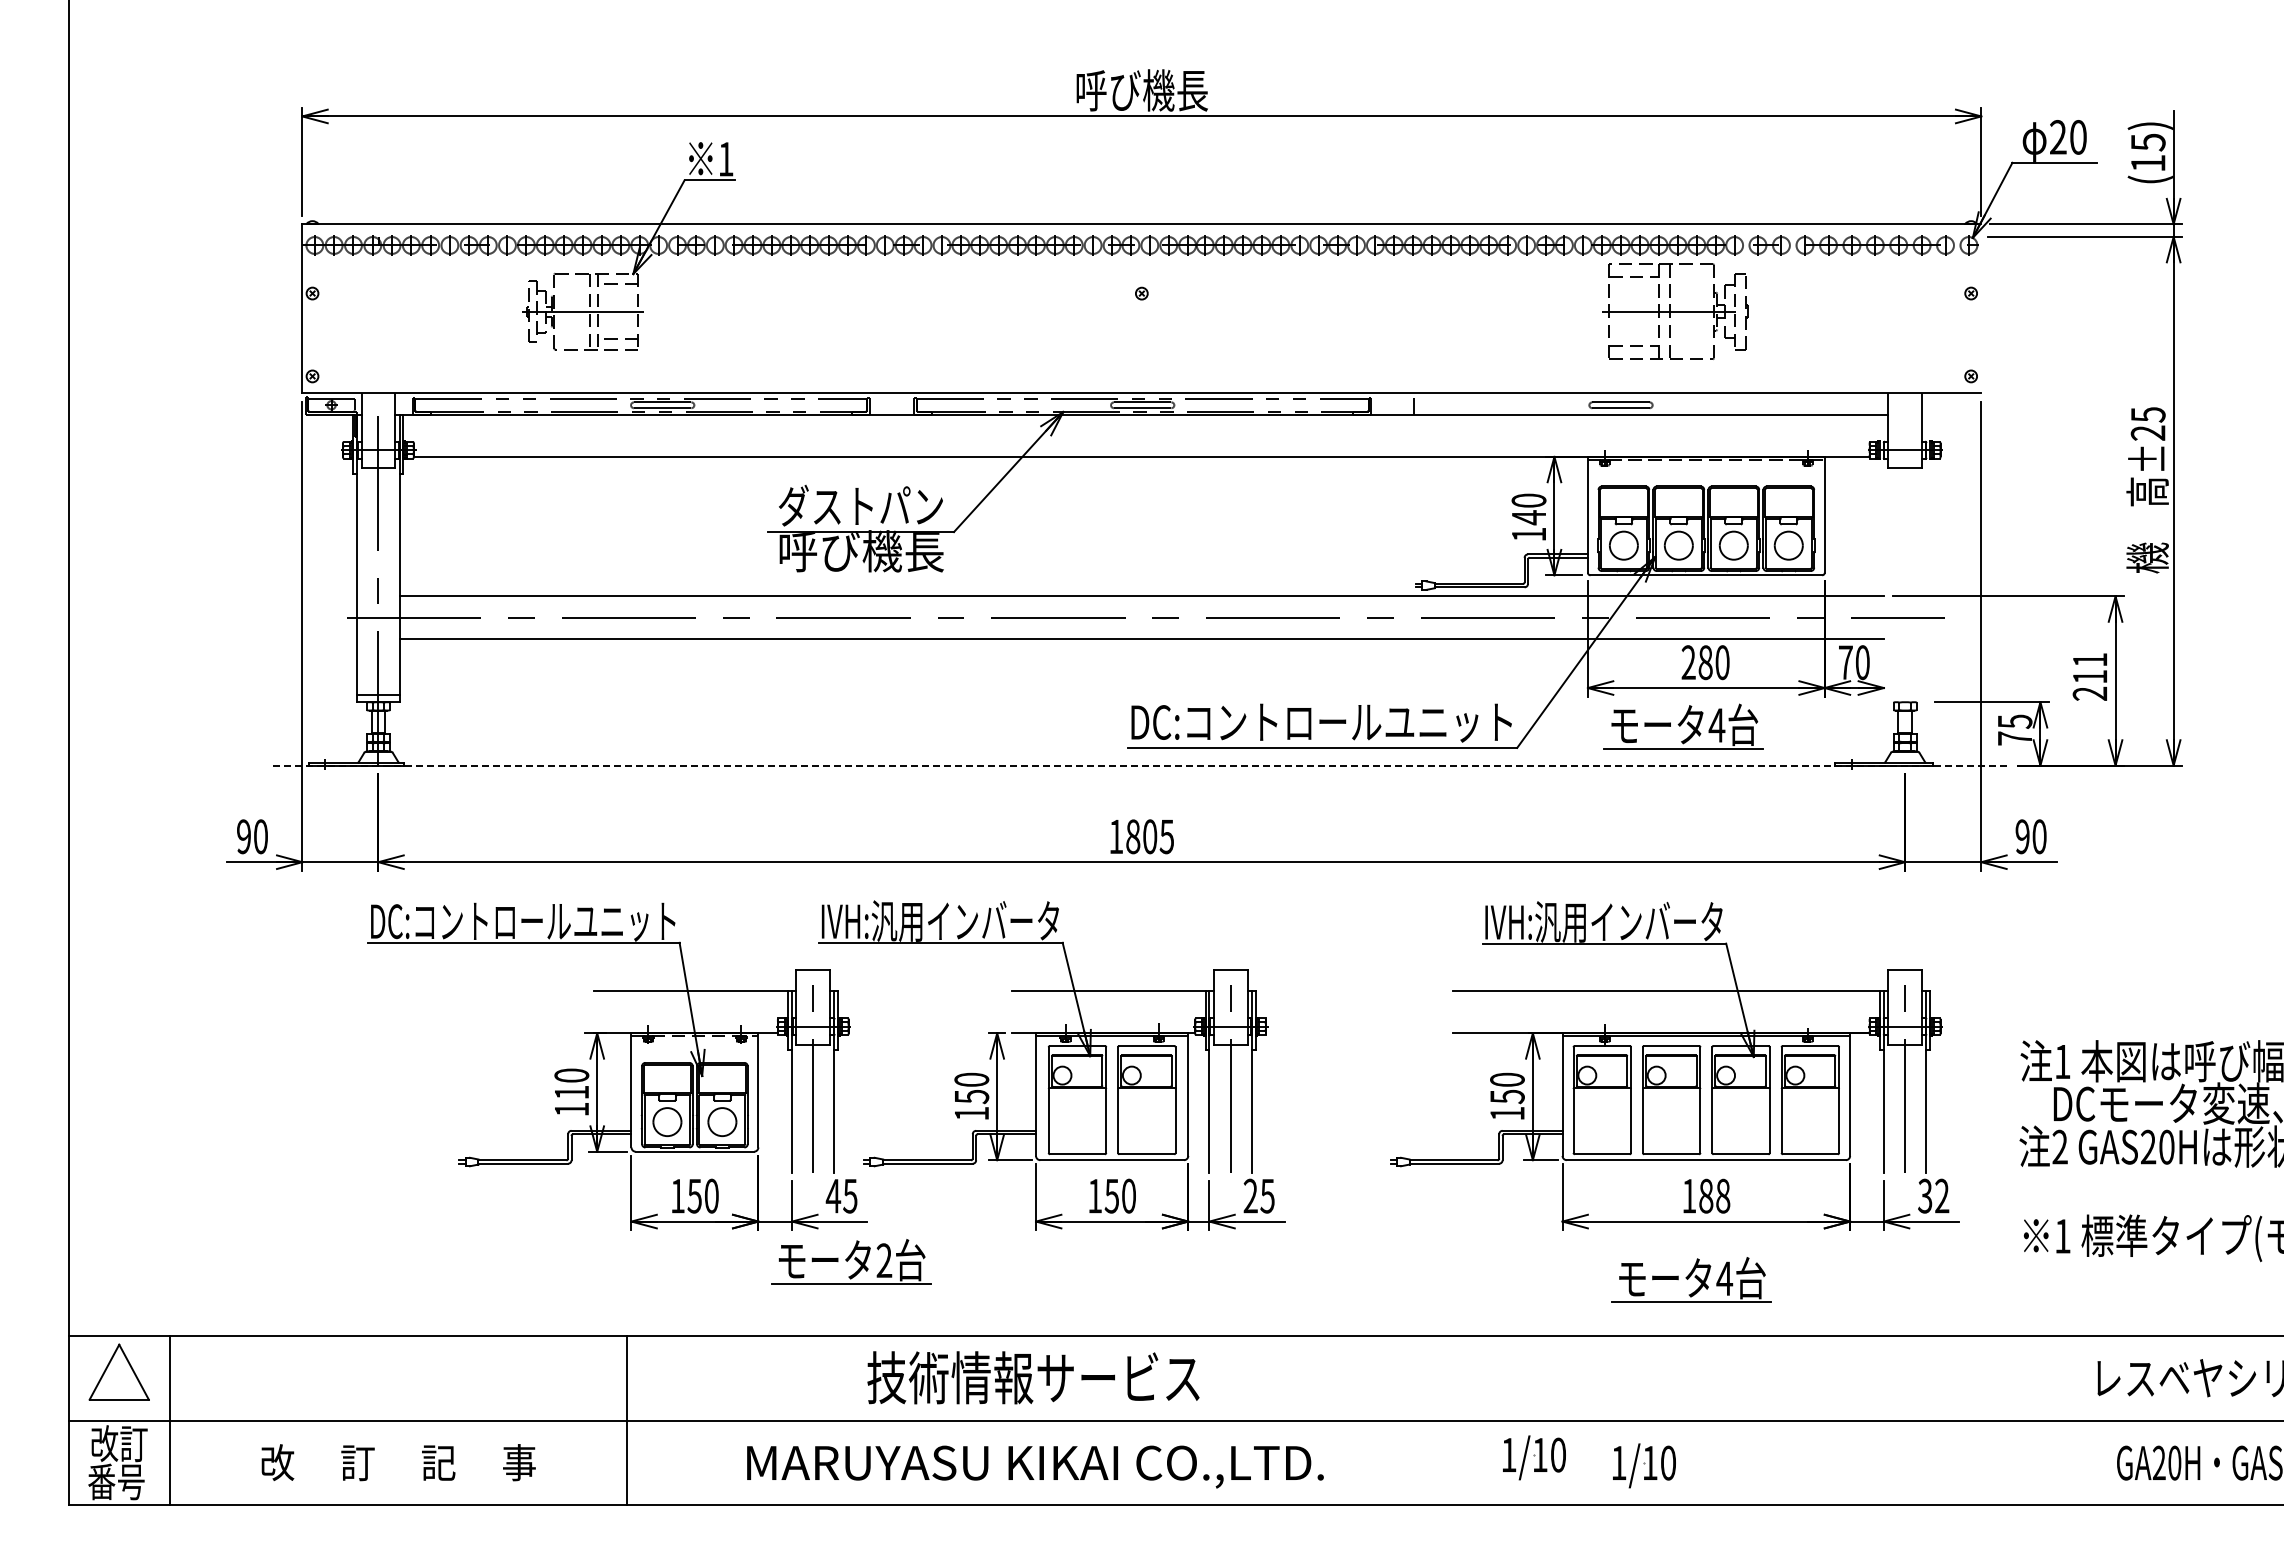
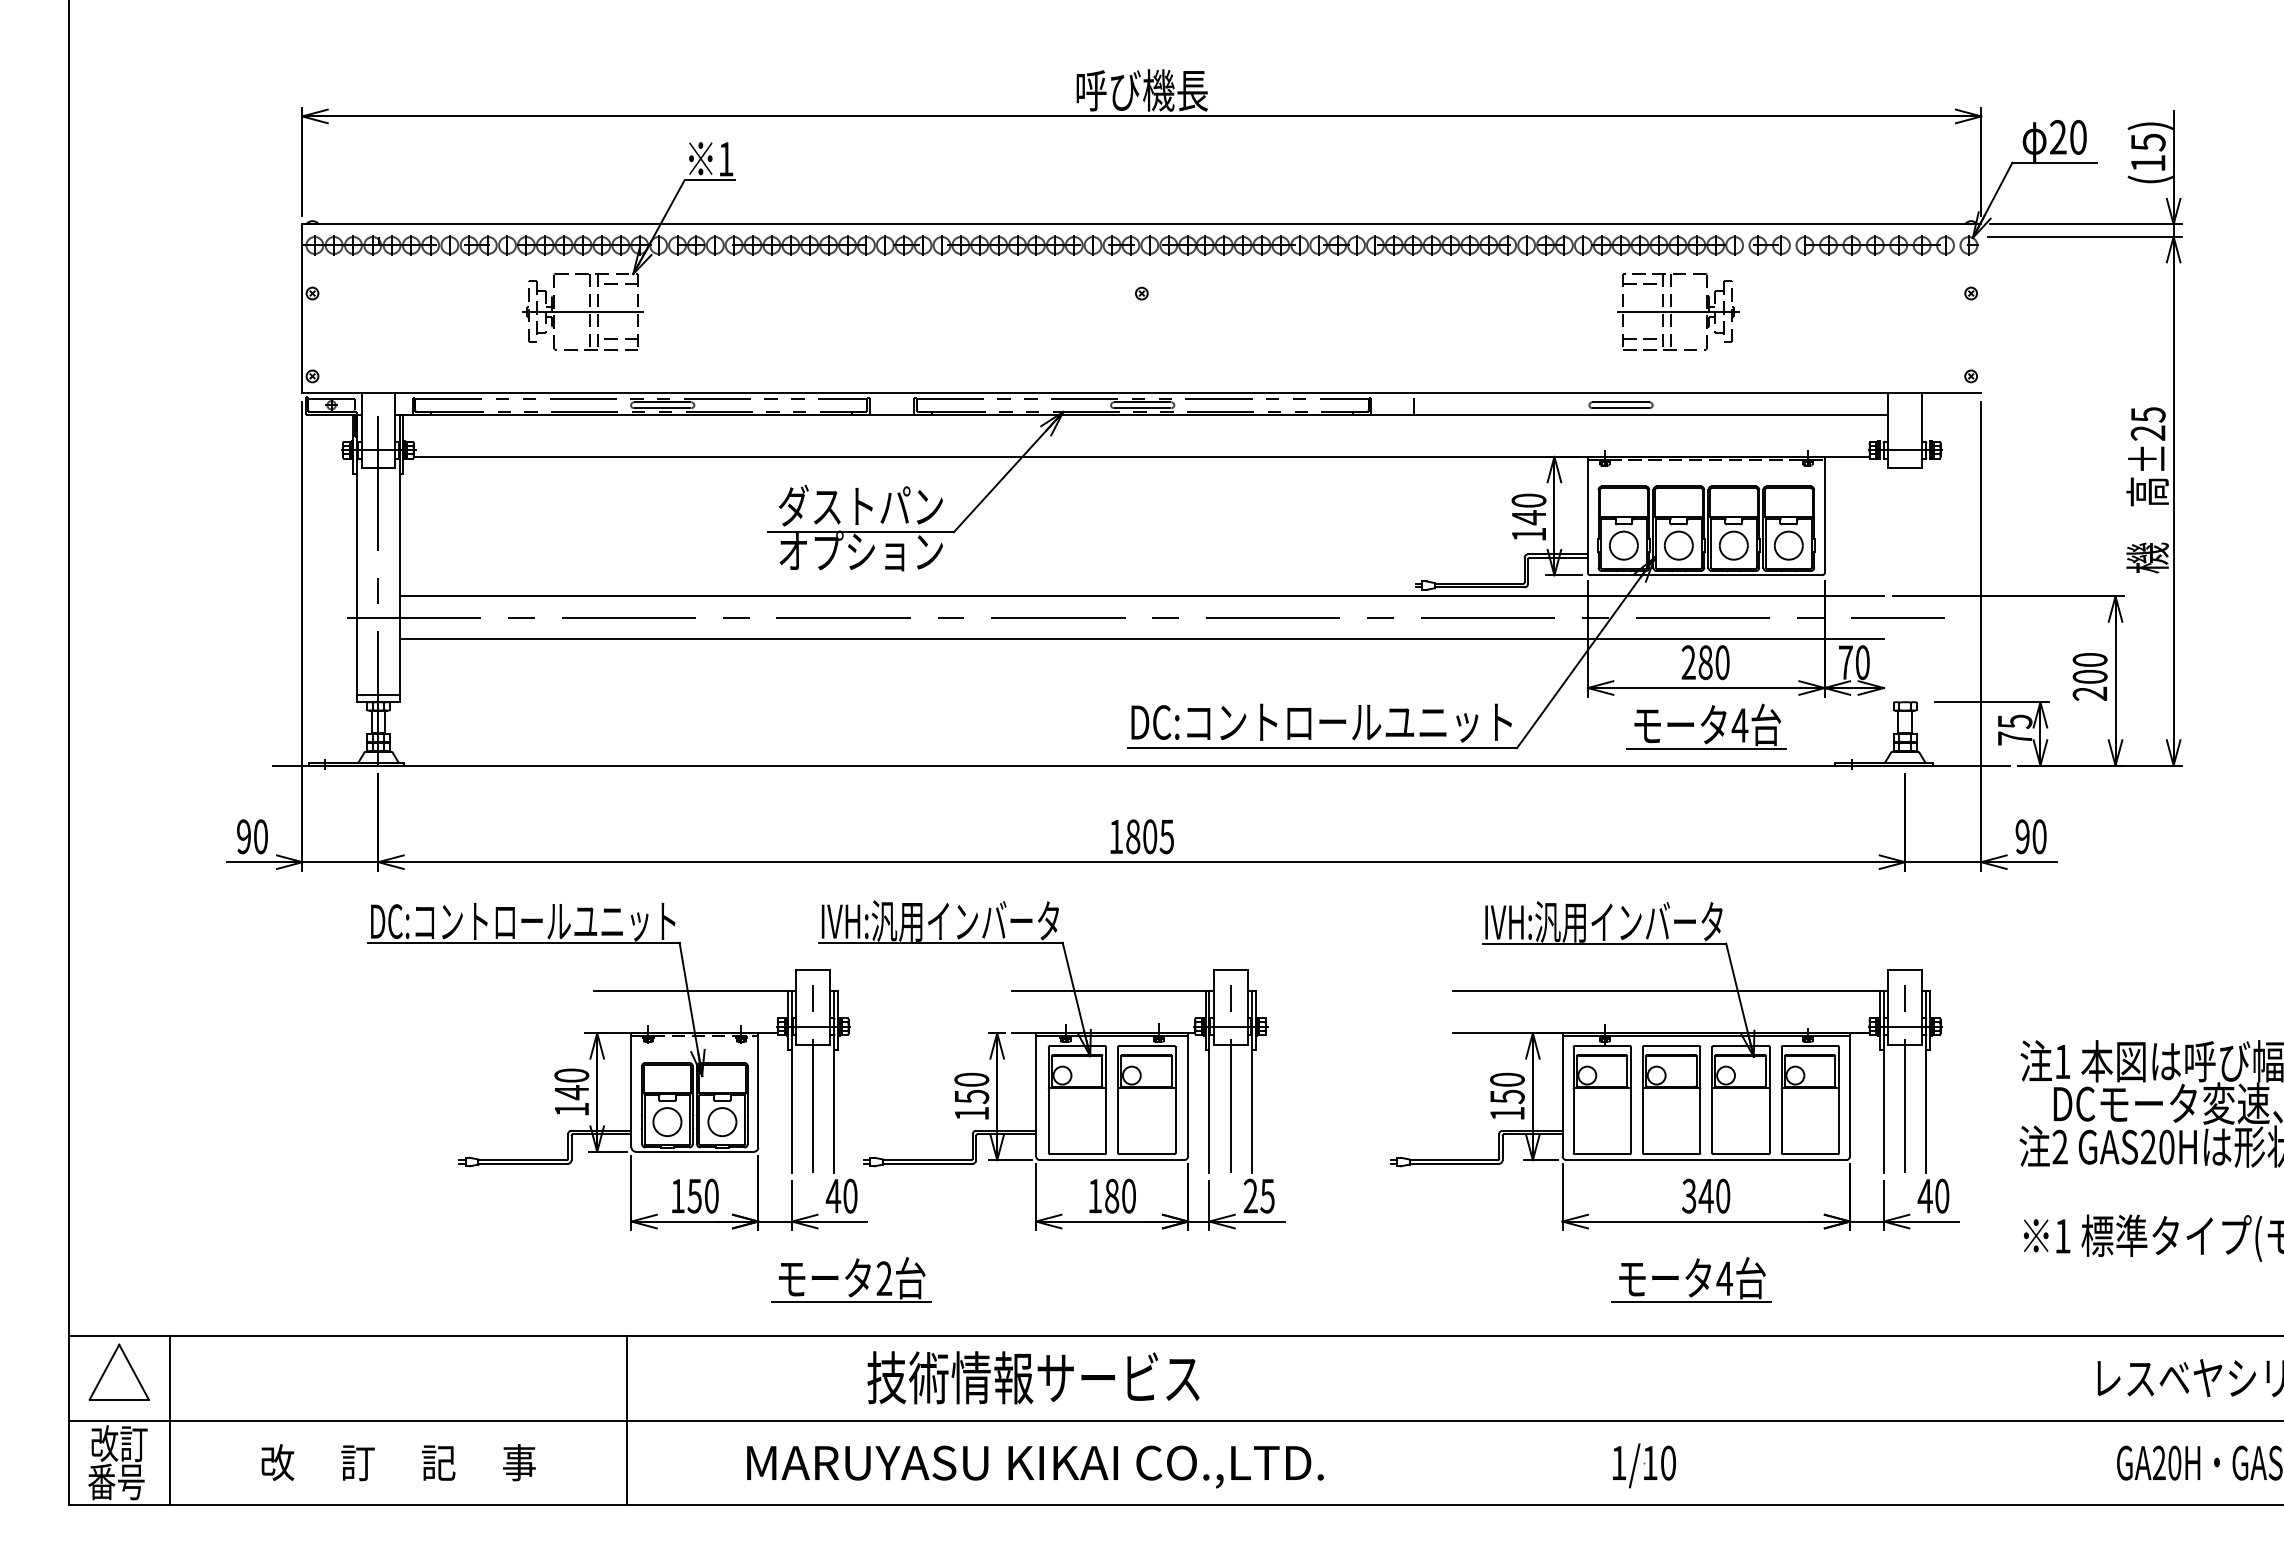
part at (1675, 311) size: 147x97 px -> 123x79 px
text at (861, 551): 呼び機長 -> オプション
text at (2089, 668): 211 -> 200
part at (1683, 726) position: (1683, 726) -> (1706, 726)
line at (1141, 765): dashed -> solid
text at (571, 1092): 110 -> 140
text at (850, 1195): 45 -> 40
text at (1111, 1195): 150 -> 180
text at (1706, 1195): 188 -> 340
text at (1933, 1195): 32 -> 40
part at (851, 1261) position: (851, 1261) -> (851, 1279)
part at (1534, 1457): present -> none
